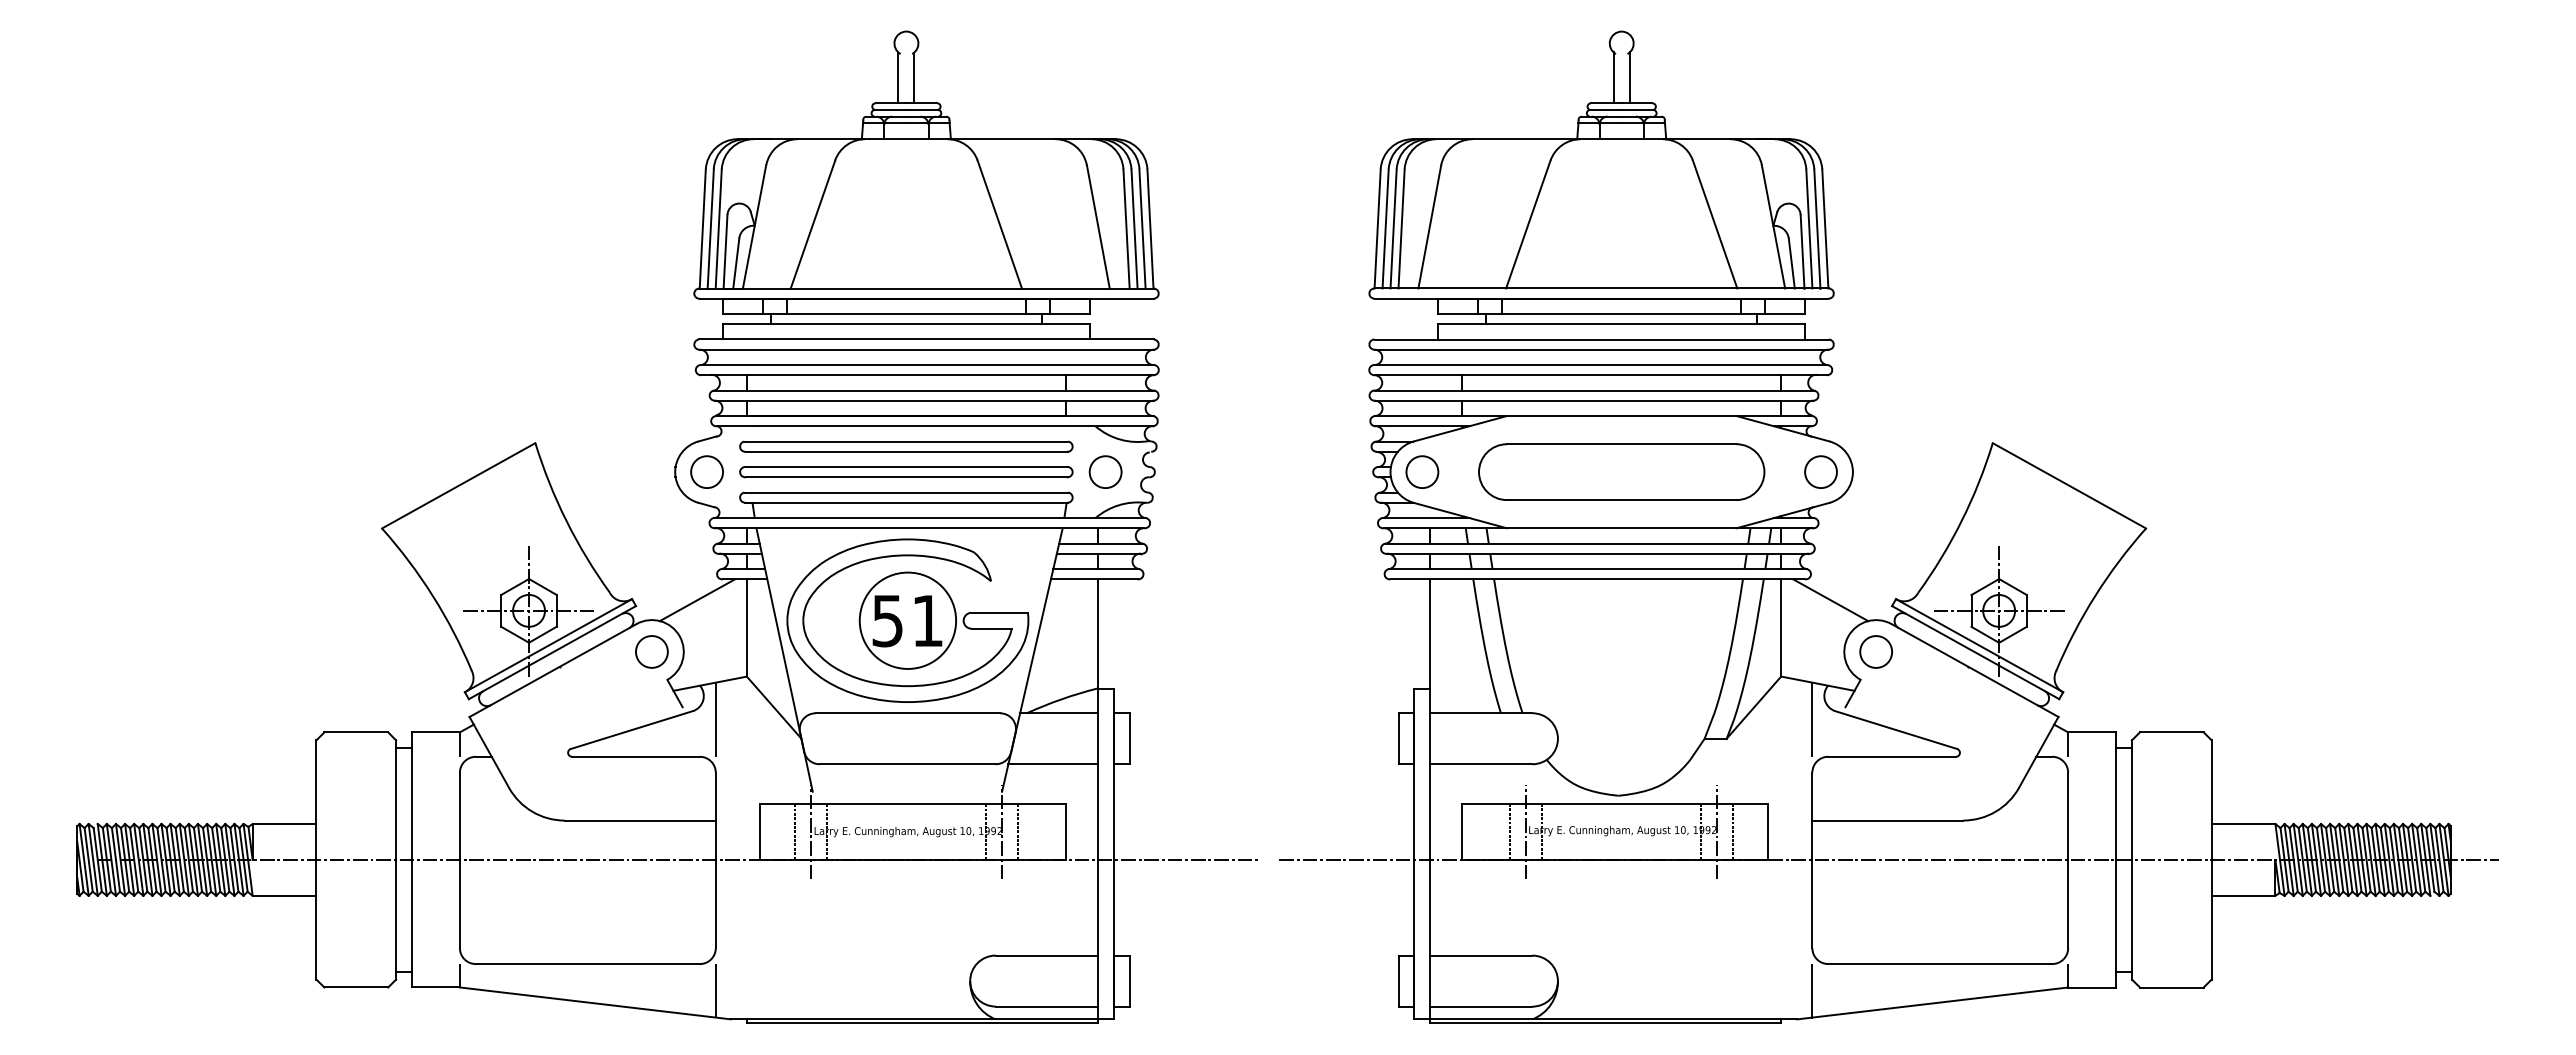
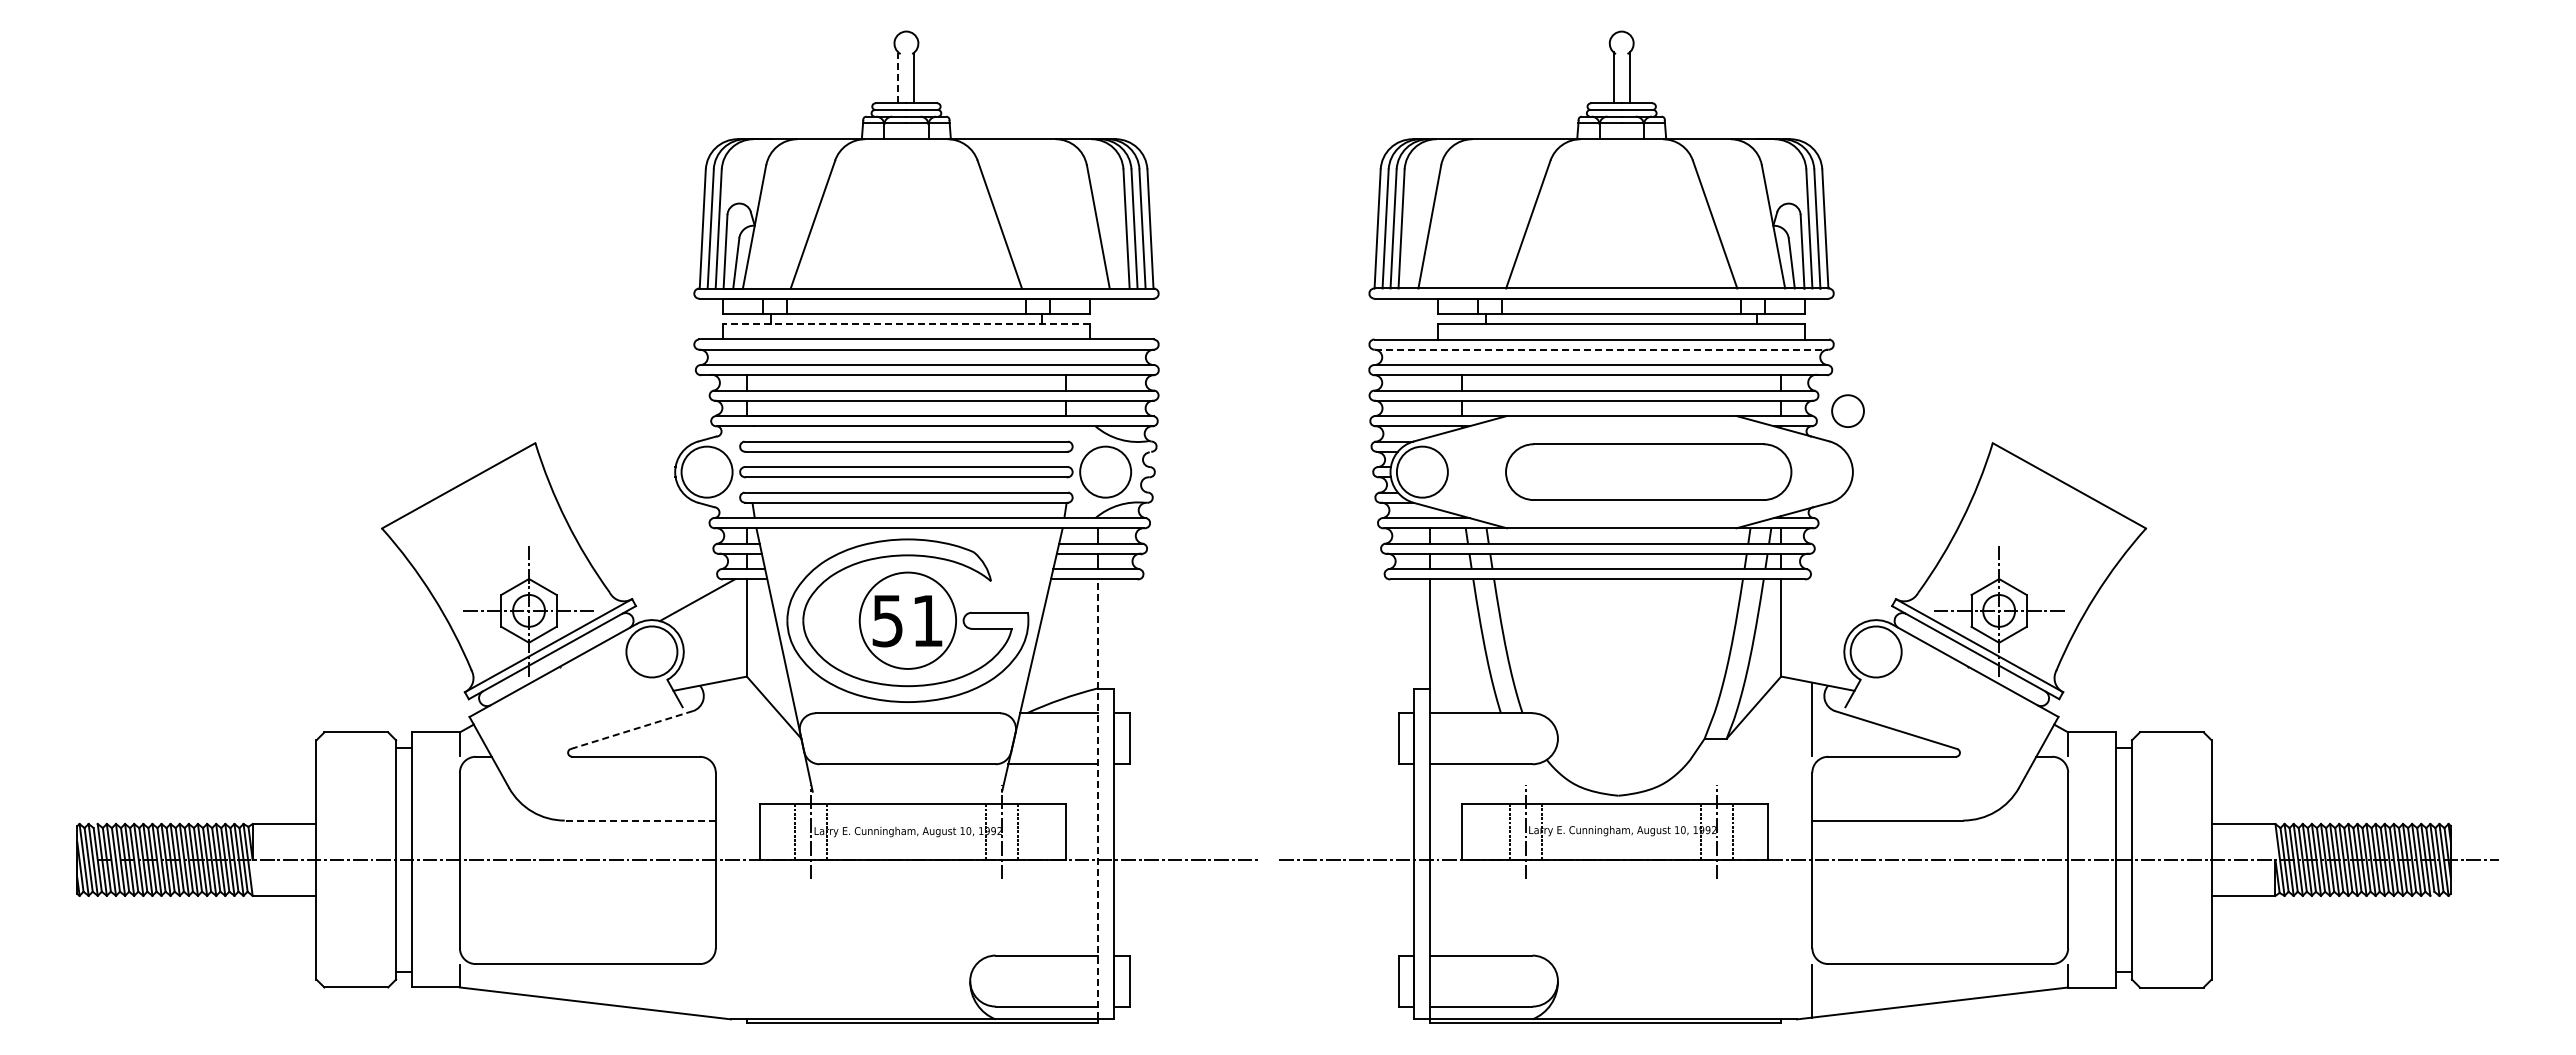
line at (898, 77): solid -> dashed
line at (905, 324): solid -> dashed
line at (1601, 349): solid -> dashed
part at (1621, 471) position: (1621, 471) -> (1648, 471)
circle at (1820, 471) position: (1820, 471) -> (1847, 410)
circle at (707, 472) diameter: 32 px -> 51 px
circle at (1105, 472) diameter: 32 px -> 51 px
circle at (1422, 472) diameter: 32 px -> 51 px
line at (1830, 600): present -> none
circle at (651, 651) diameter: 32 px -> 51 px
circle at (1876, 651) diameter: 32 px -> 51 px
line at (715, 719): present -> none
line at (631, 730): solid -> dashed
line at (1097, 798): solid -> dashed
line at (640, 820): solid -> dashed
line at (715, 991): present -> none
